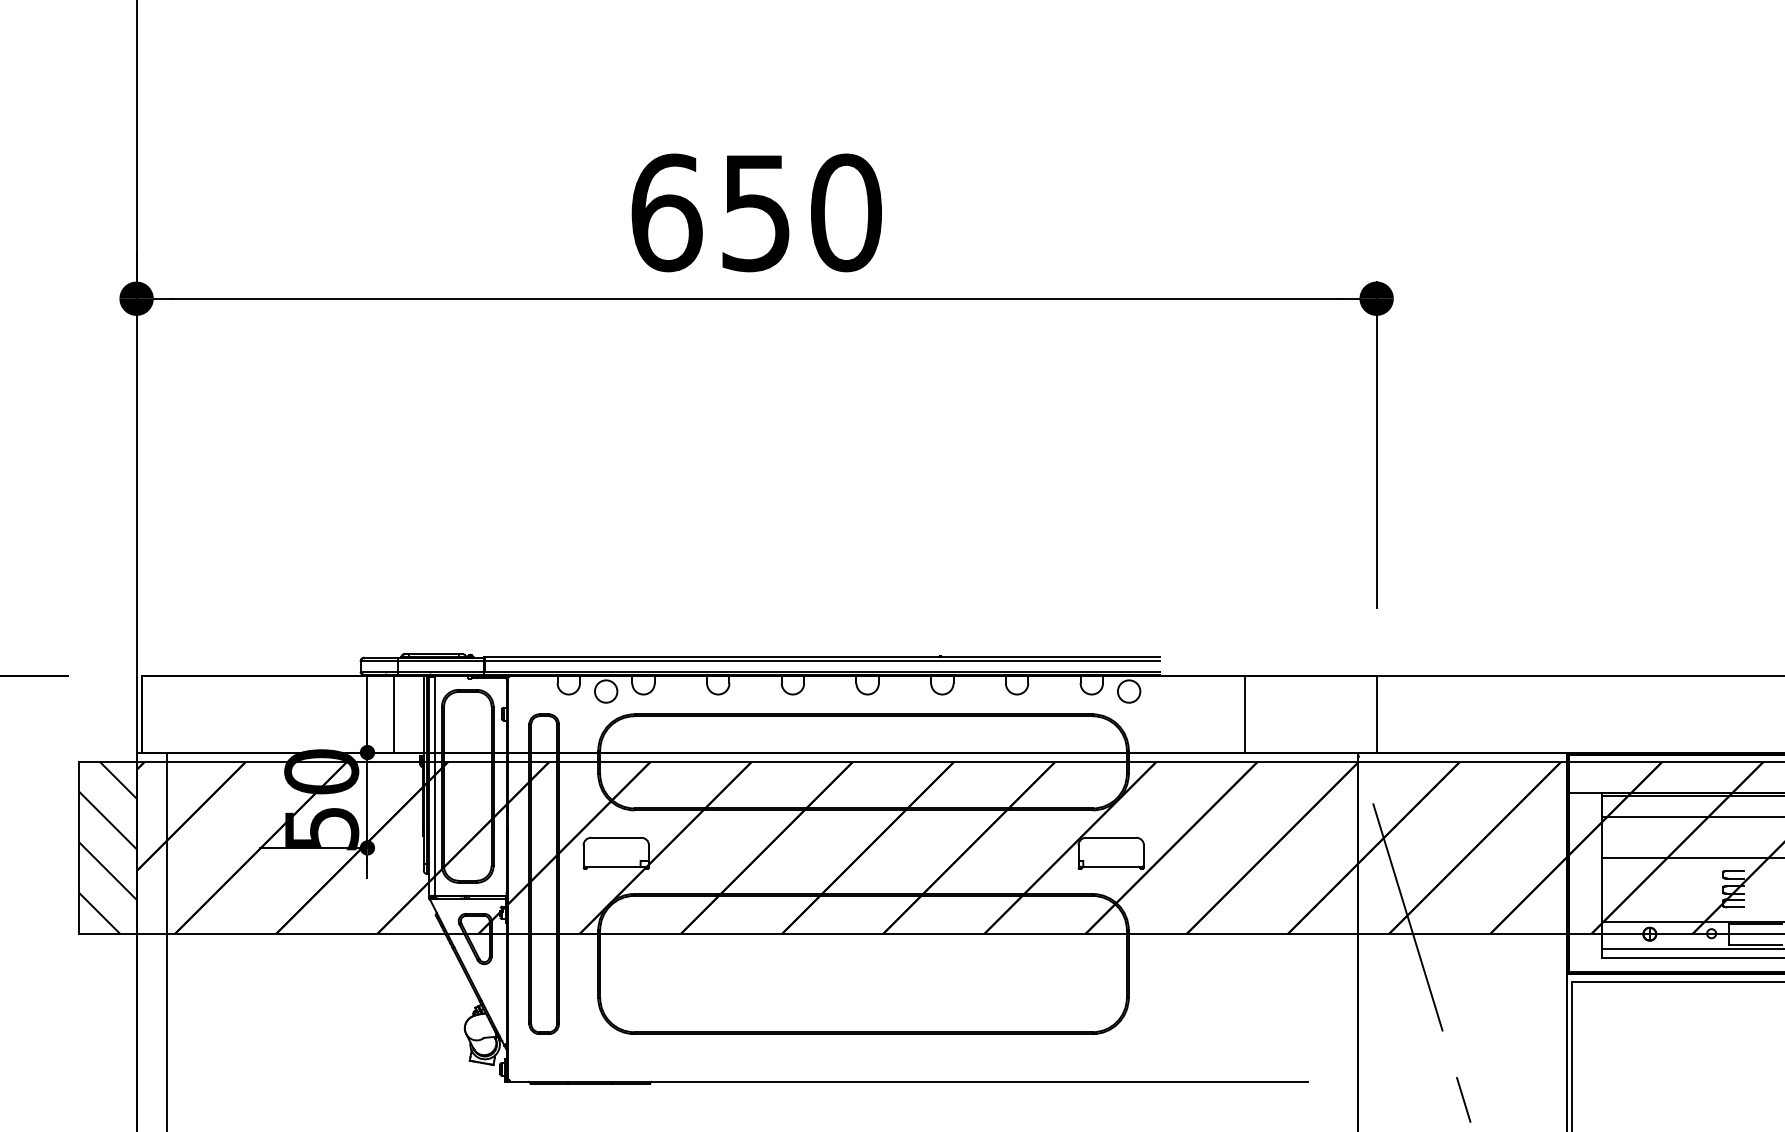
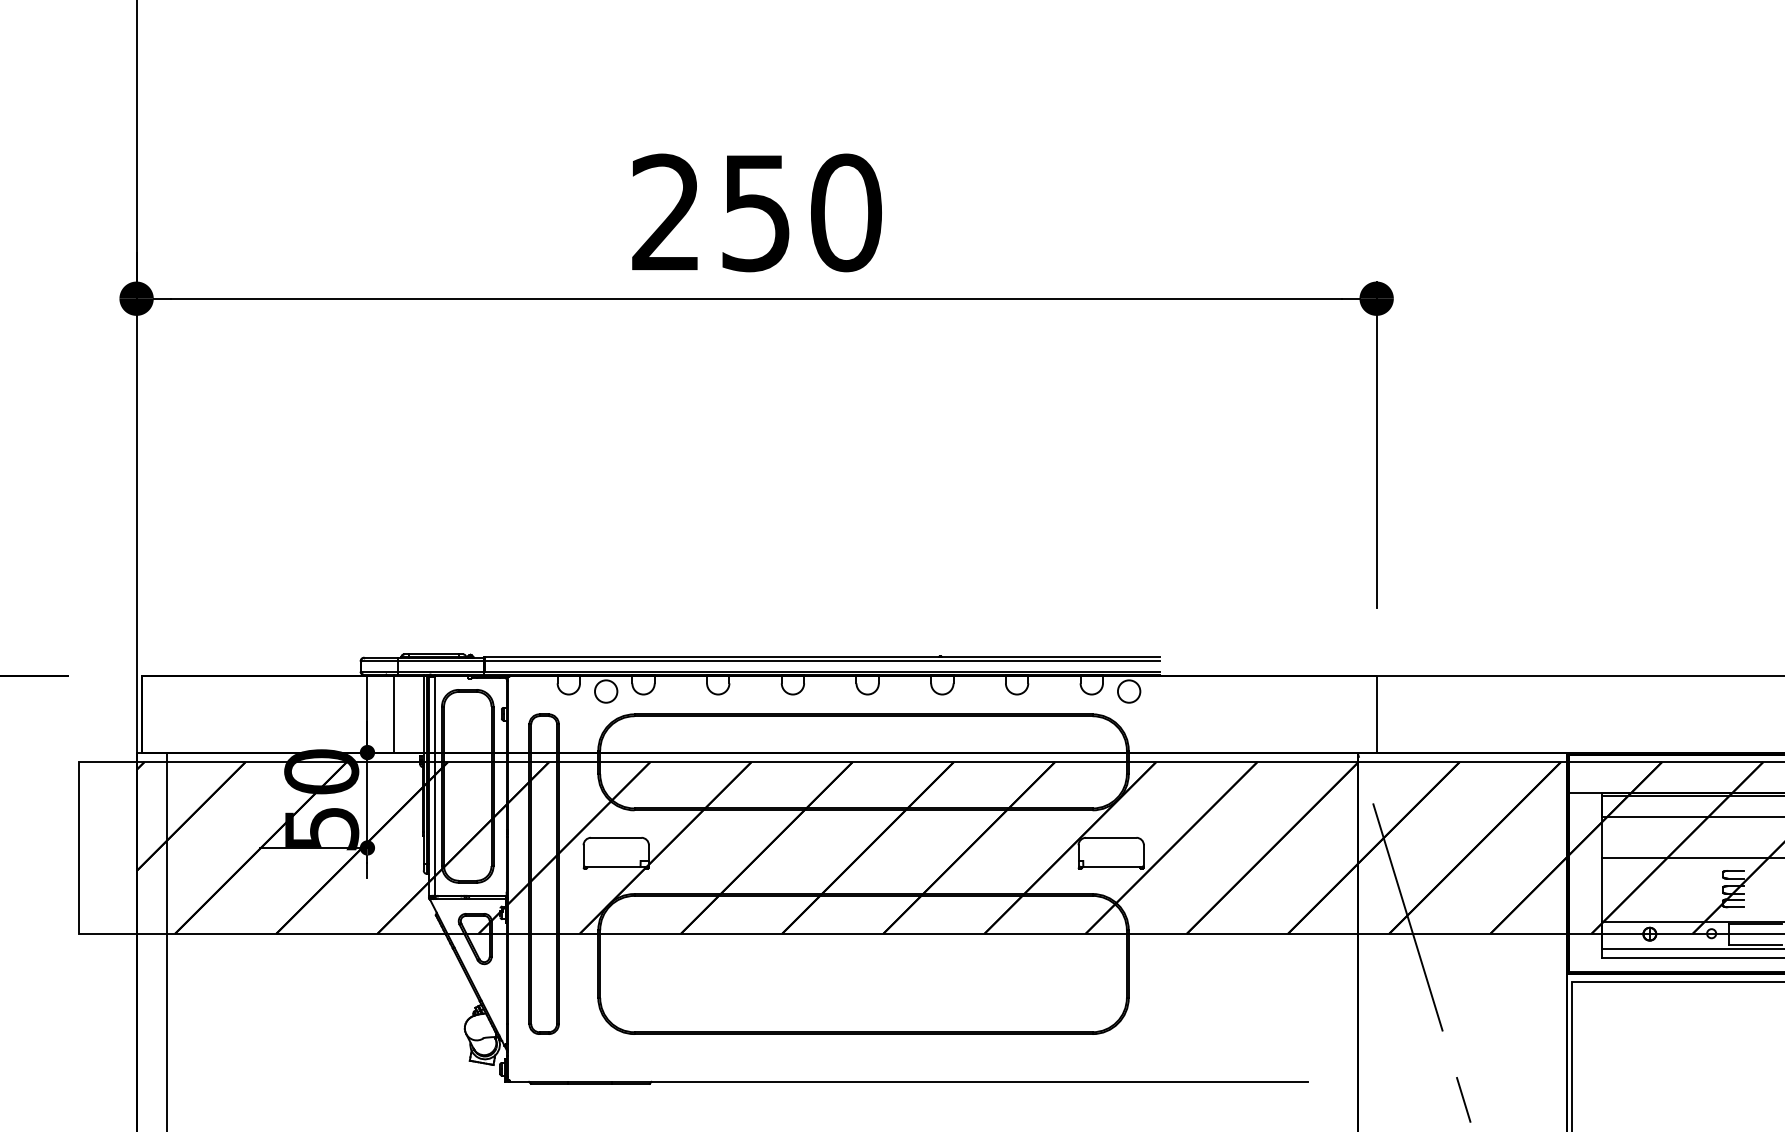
text at (666, 212): 650 -> 250
line at (1245, 714): present -> none
hatch at (107, 847): present -> none
